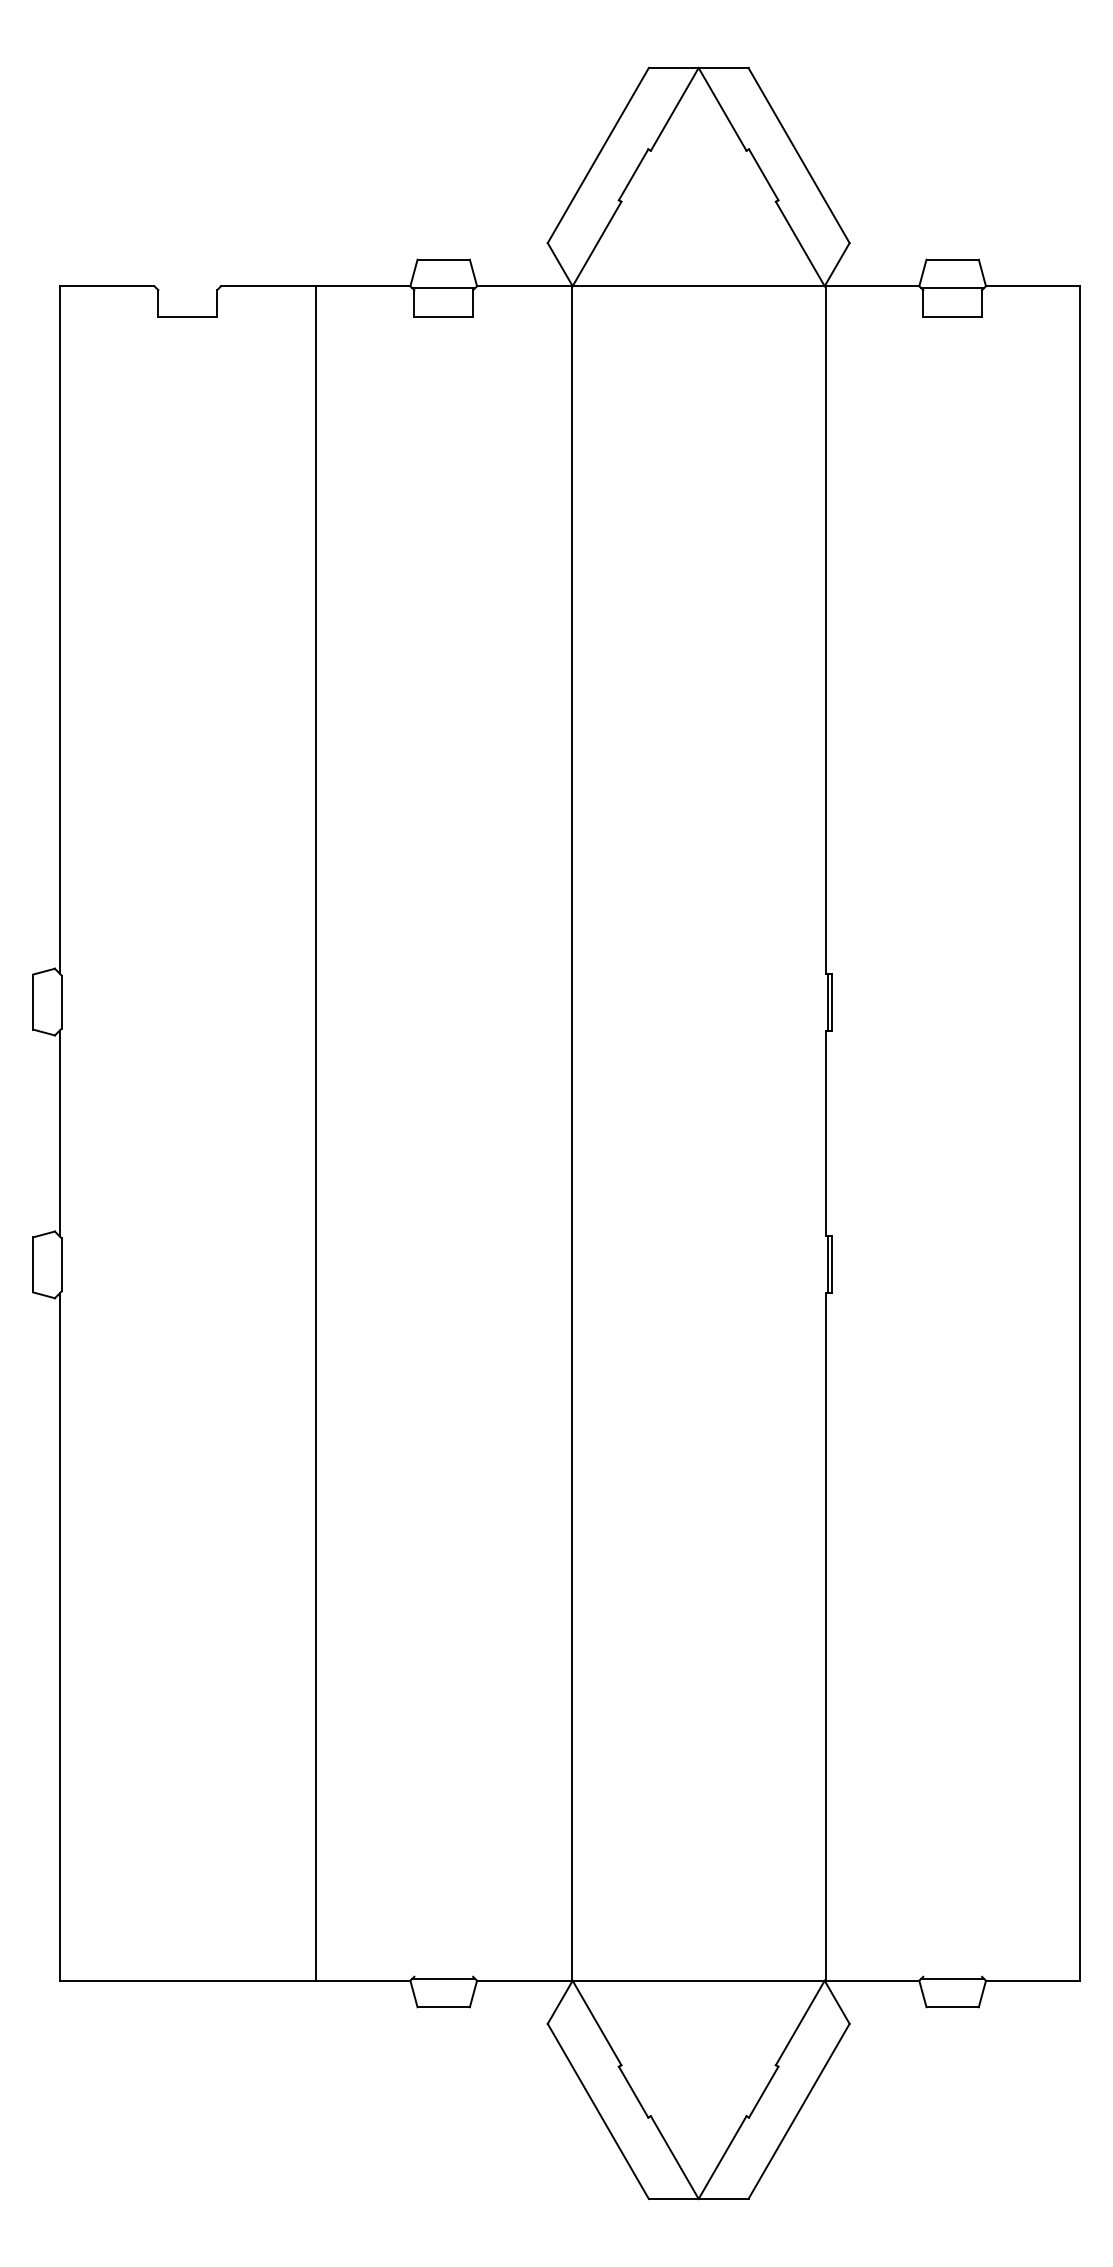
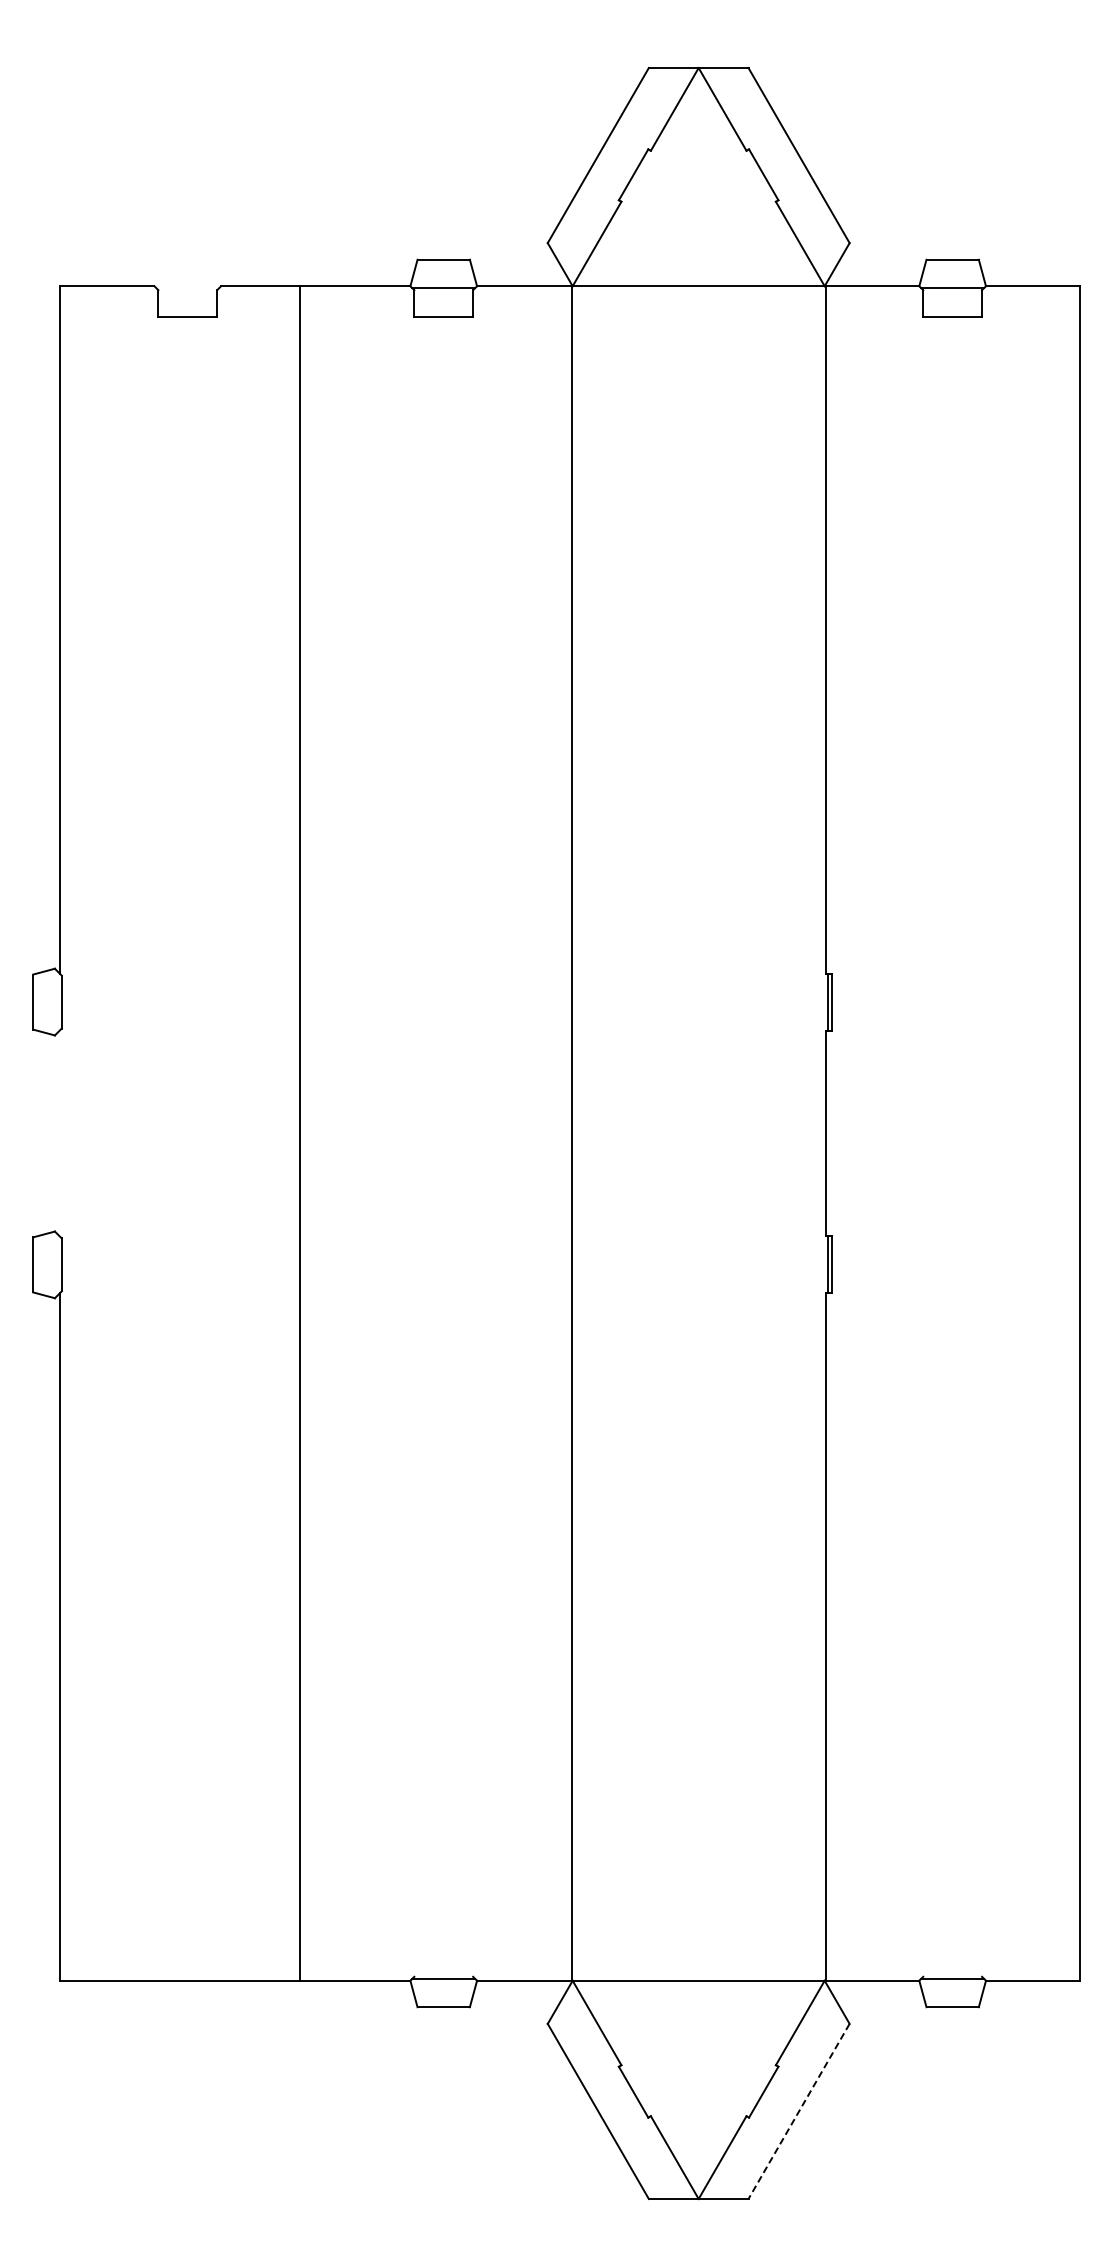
line at (59, 1133): present -> none
line at (315, 1133) position: (315, 1133) -> (299, 1133)
line at (798, 2111): solid -> dashed
